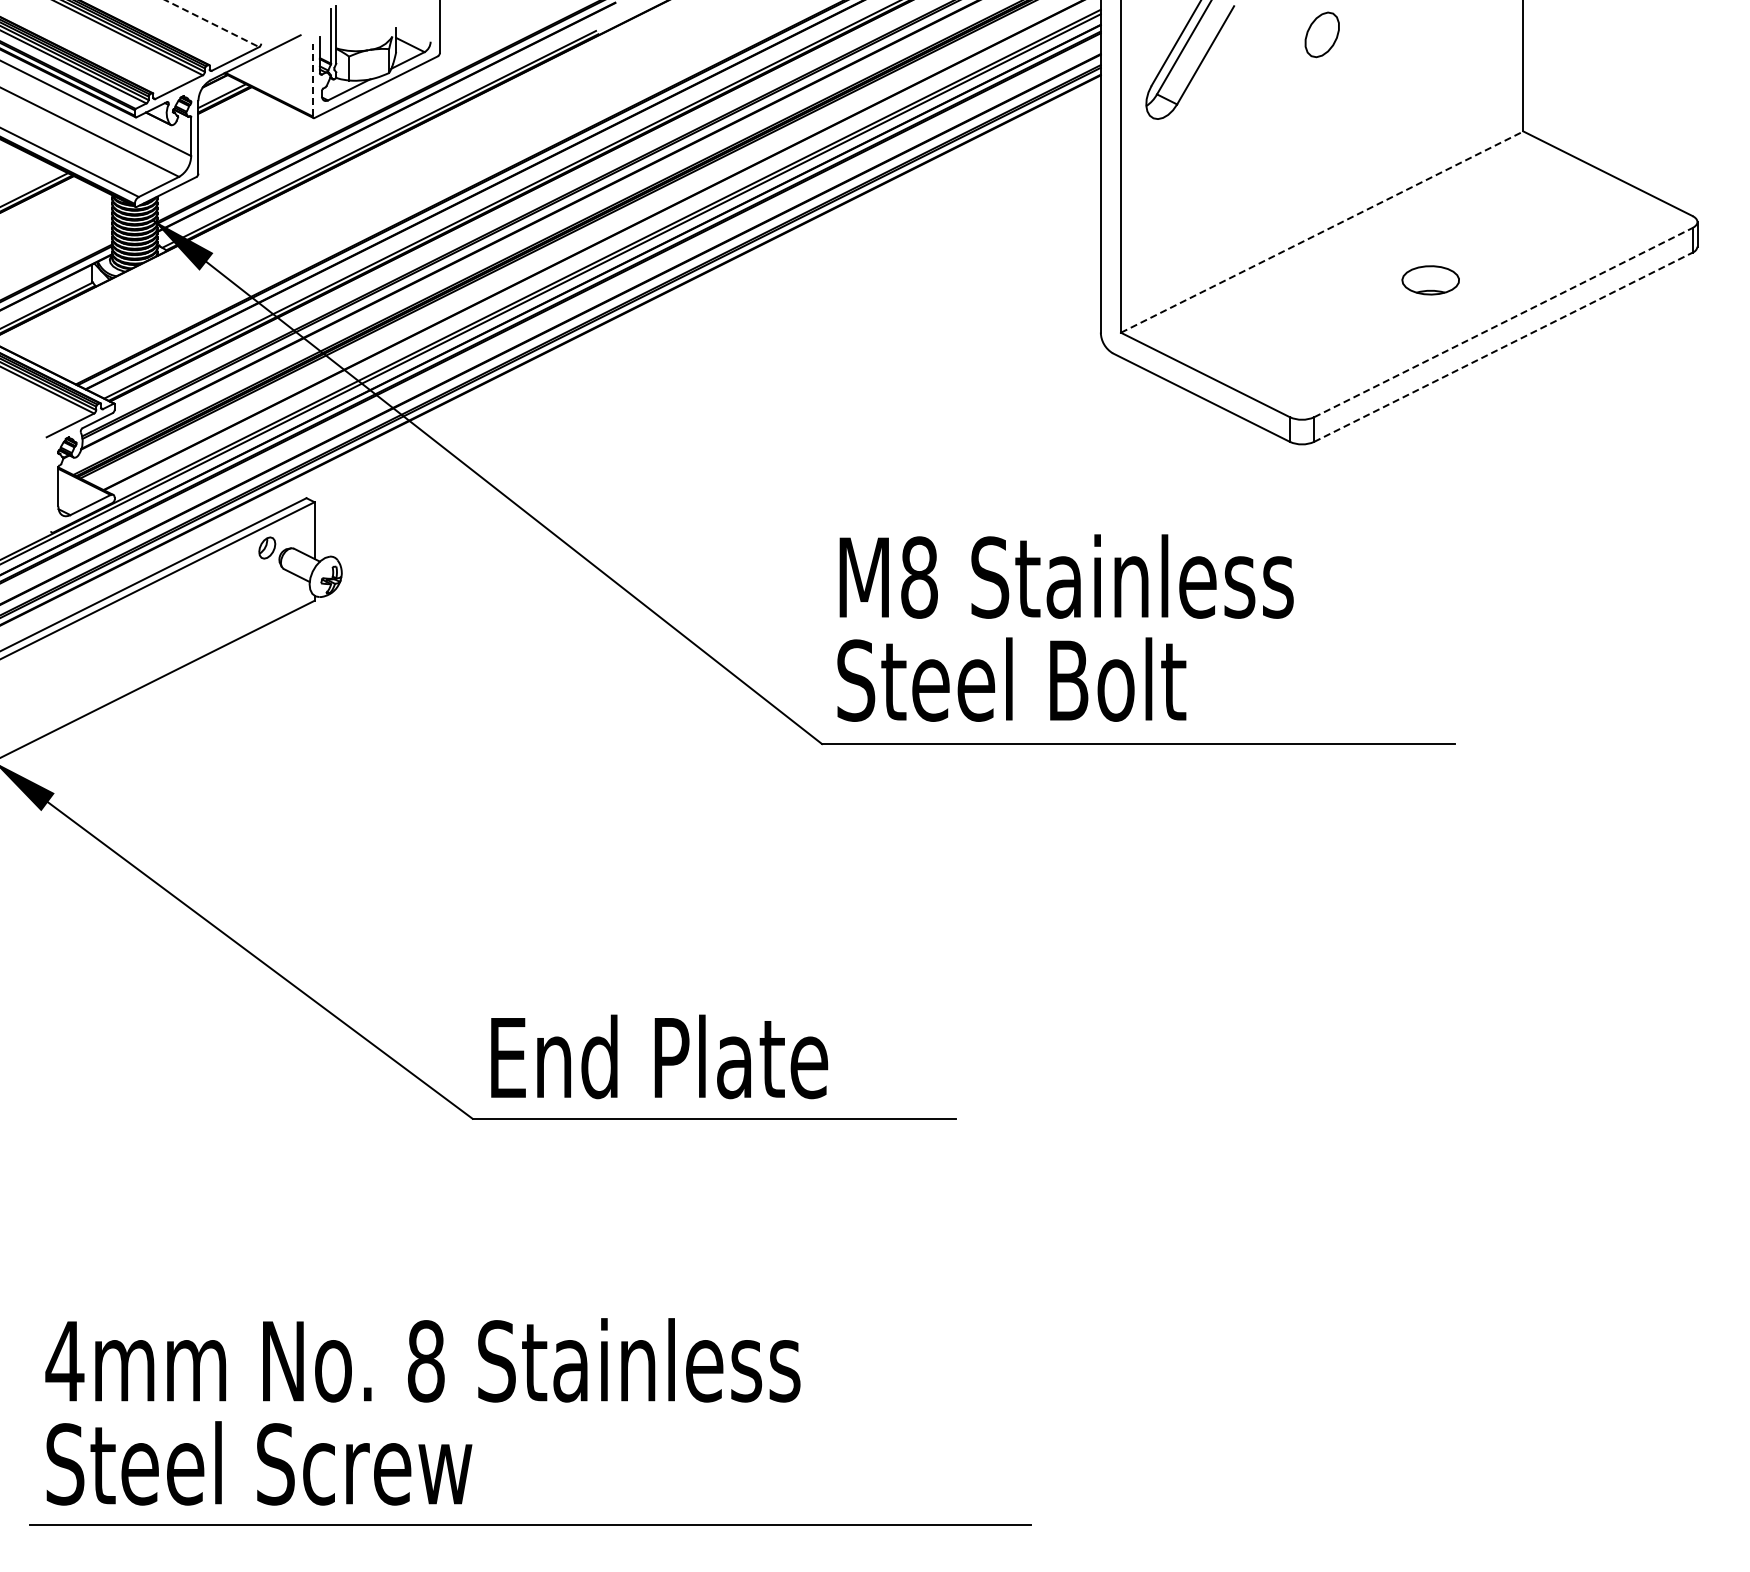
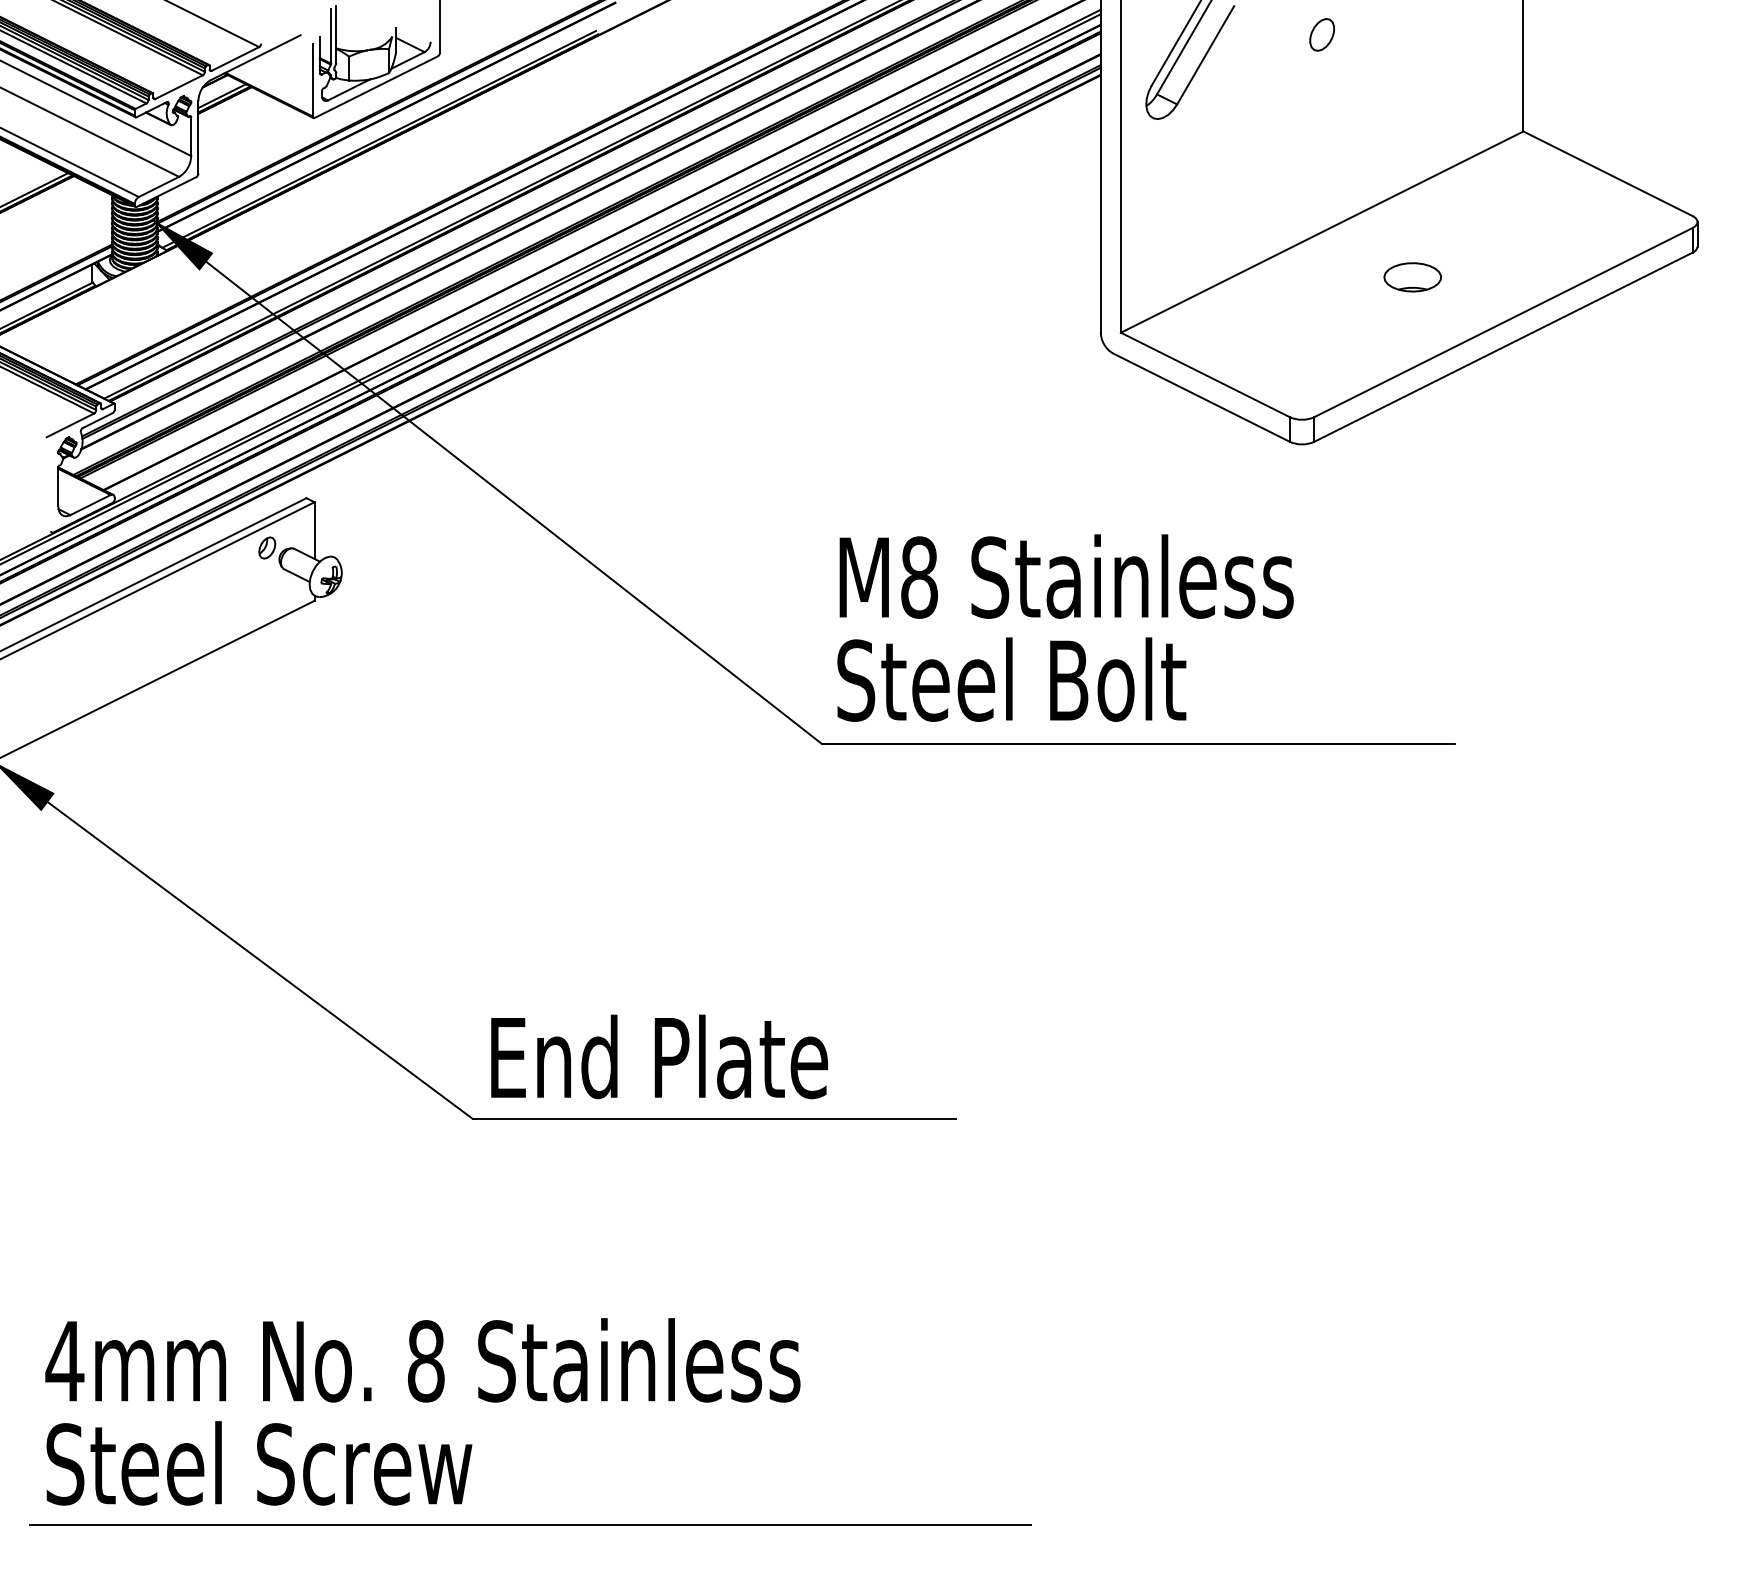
line at (212, 23): dashed -> solid
part at (1321, 34) size: 36x48 px -> 26x34 px
line at (312, 79): dashed -> solid
line at (1322, 231): dashed -> solid
part at (1430, 280) position: (1430, 280) -> (1412, 277)
line at (1503, 322): dashed -> solid
line at (1503, 347): dashed -> solid
